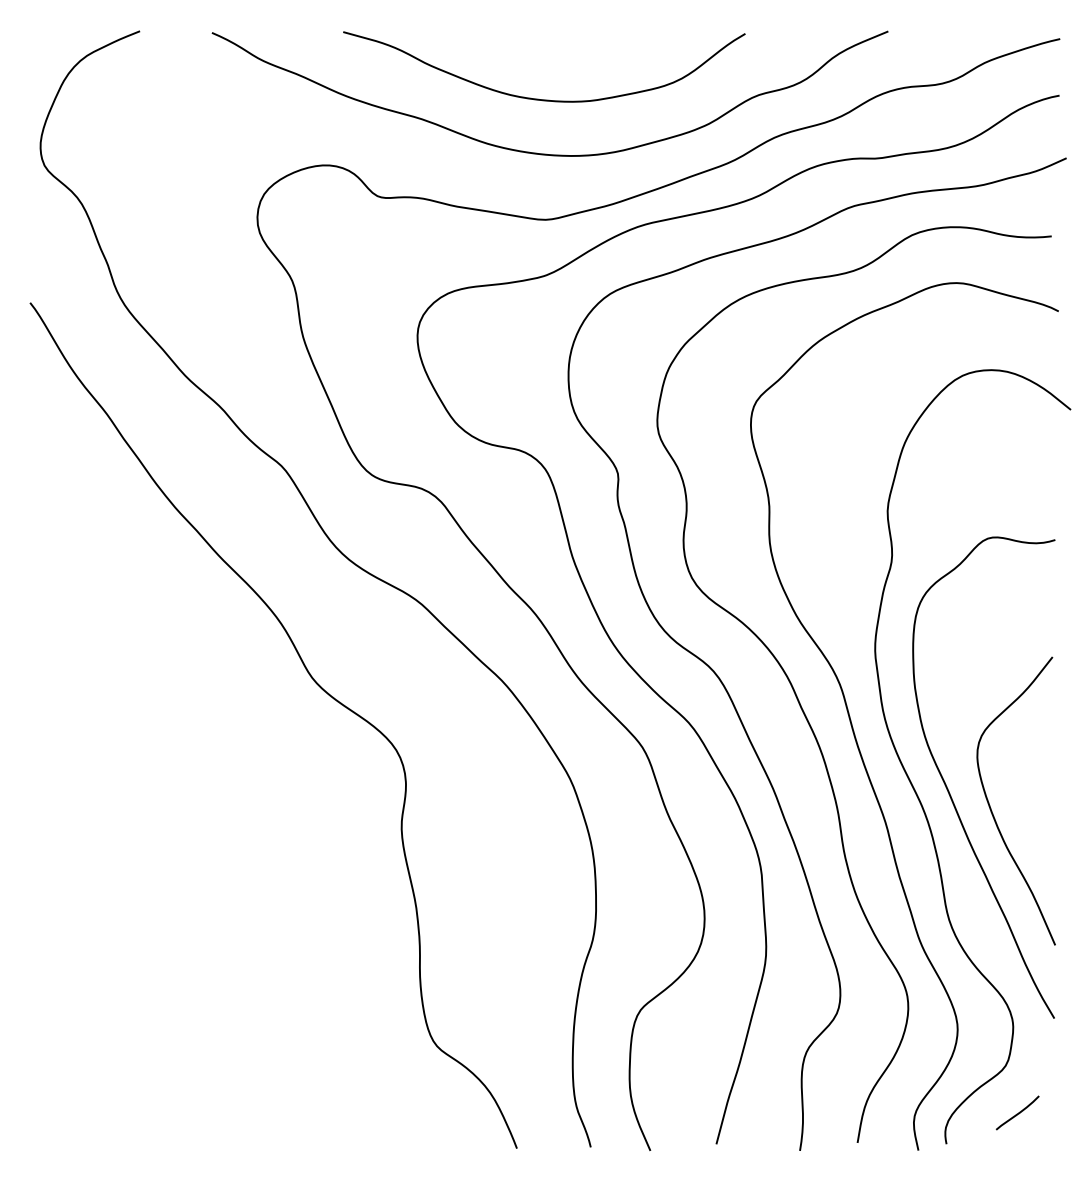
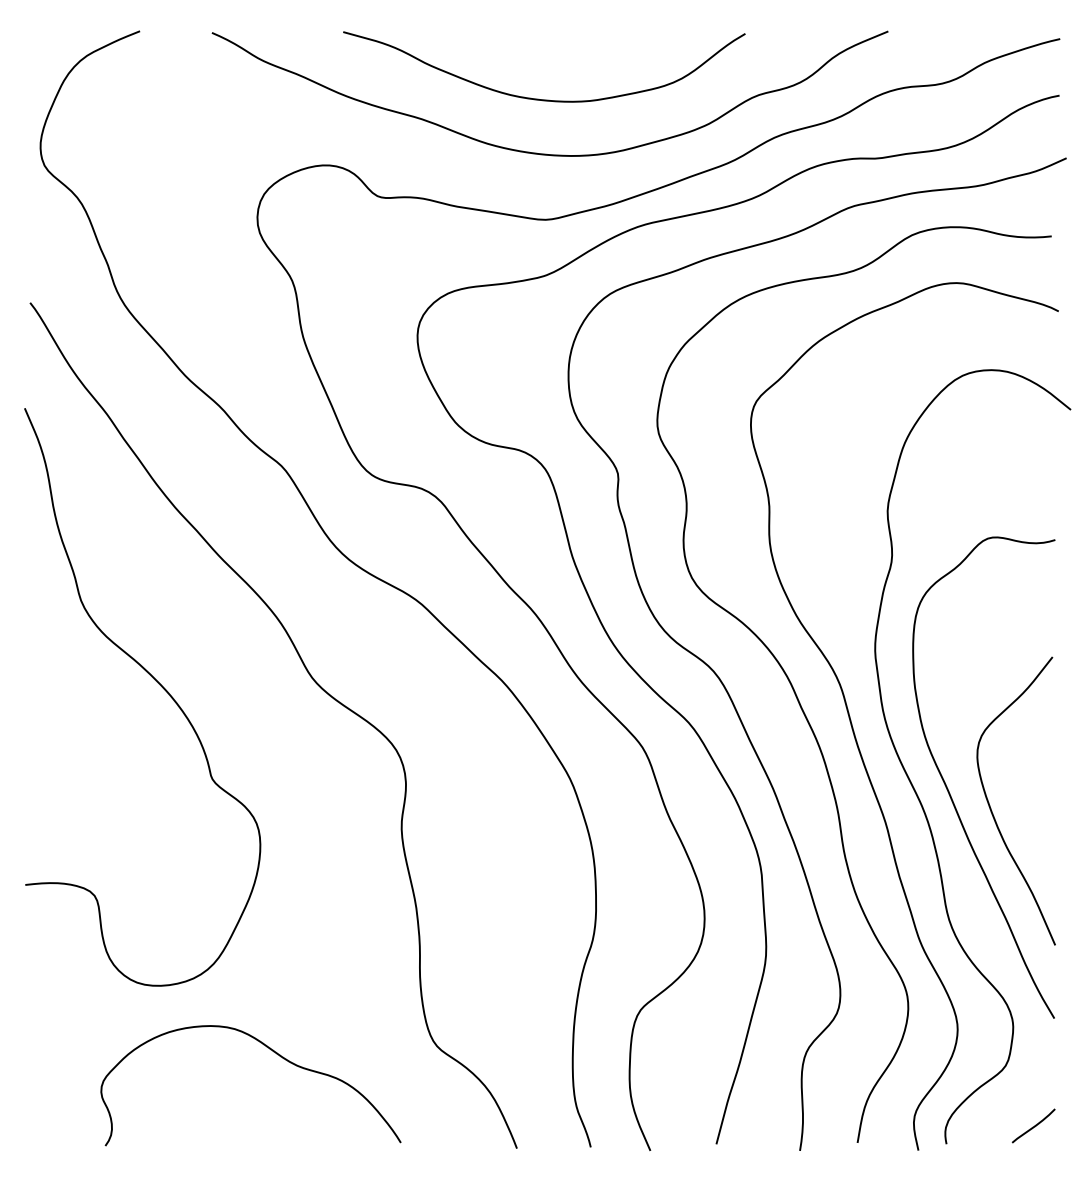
curve at (160, 686): none -> present
curve at (273, 1052): none -> present
curve at (1018, 1112) position: (1018, 1112) -> (1034, 1125)
